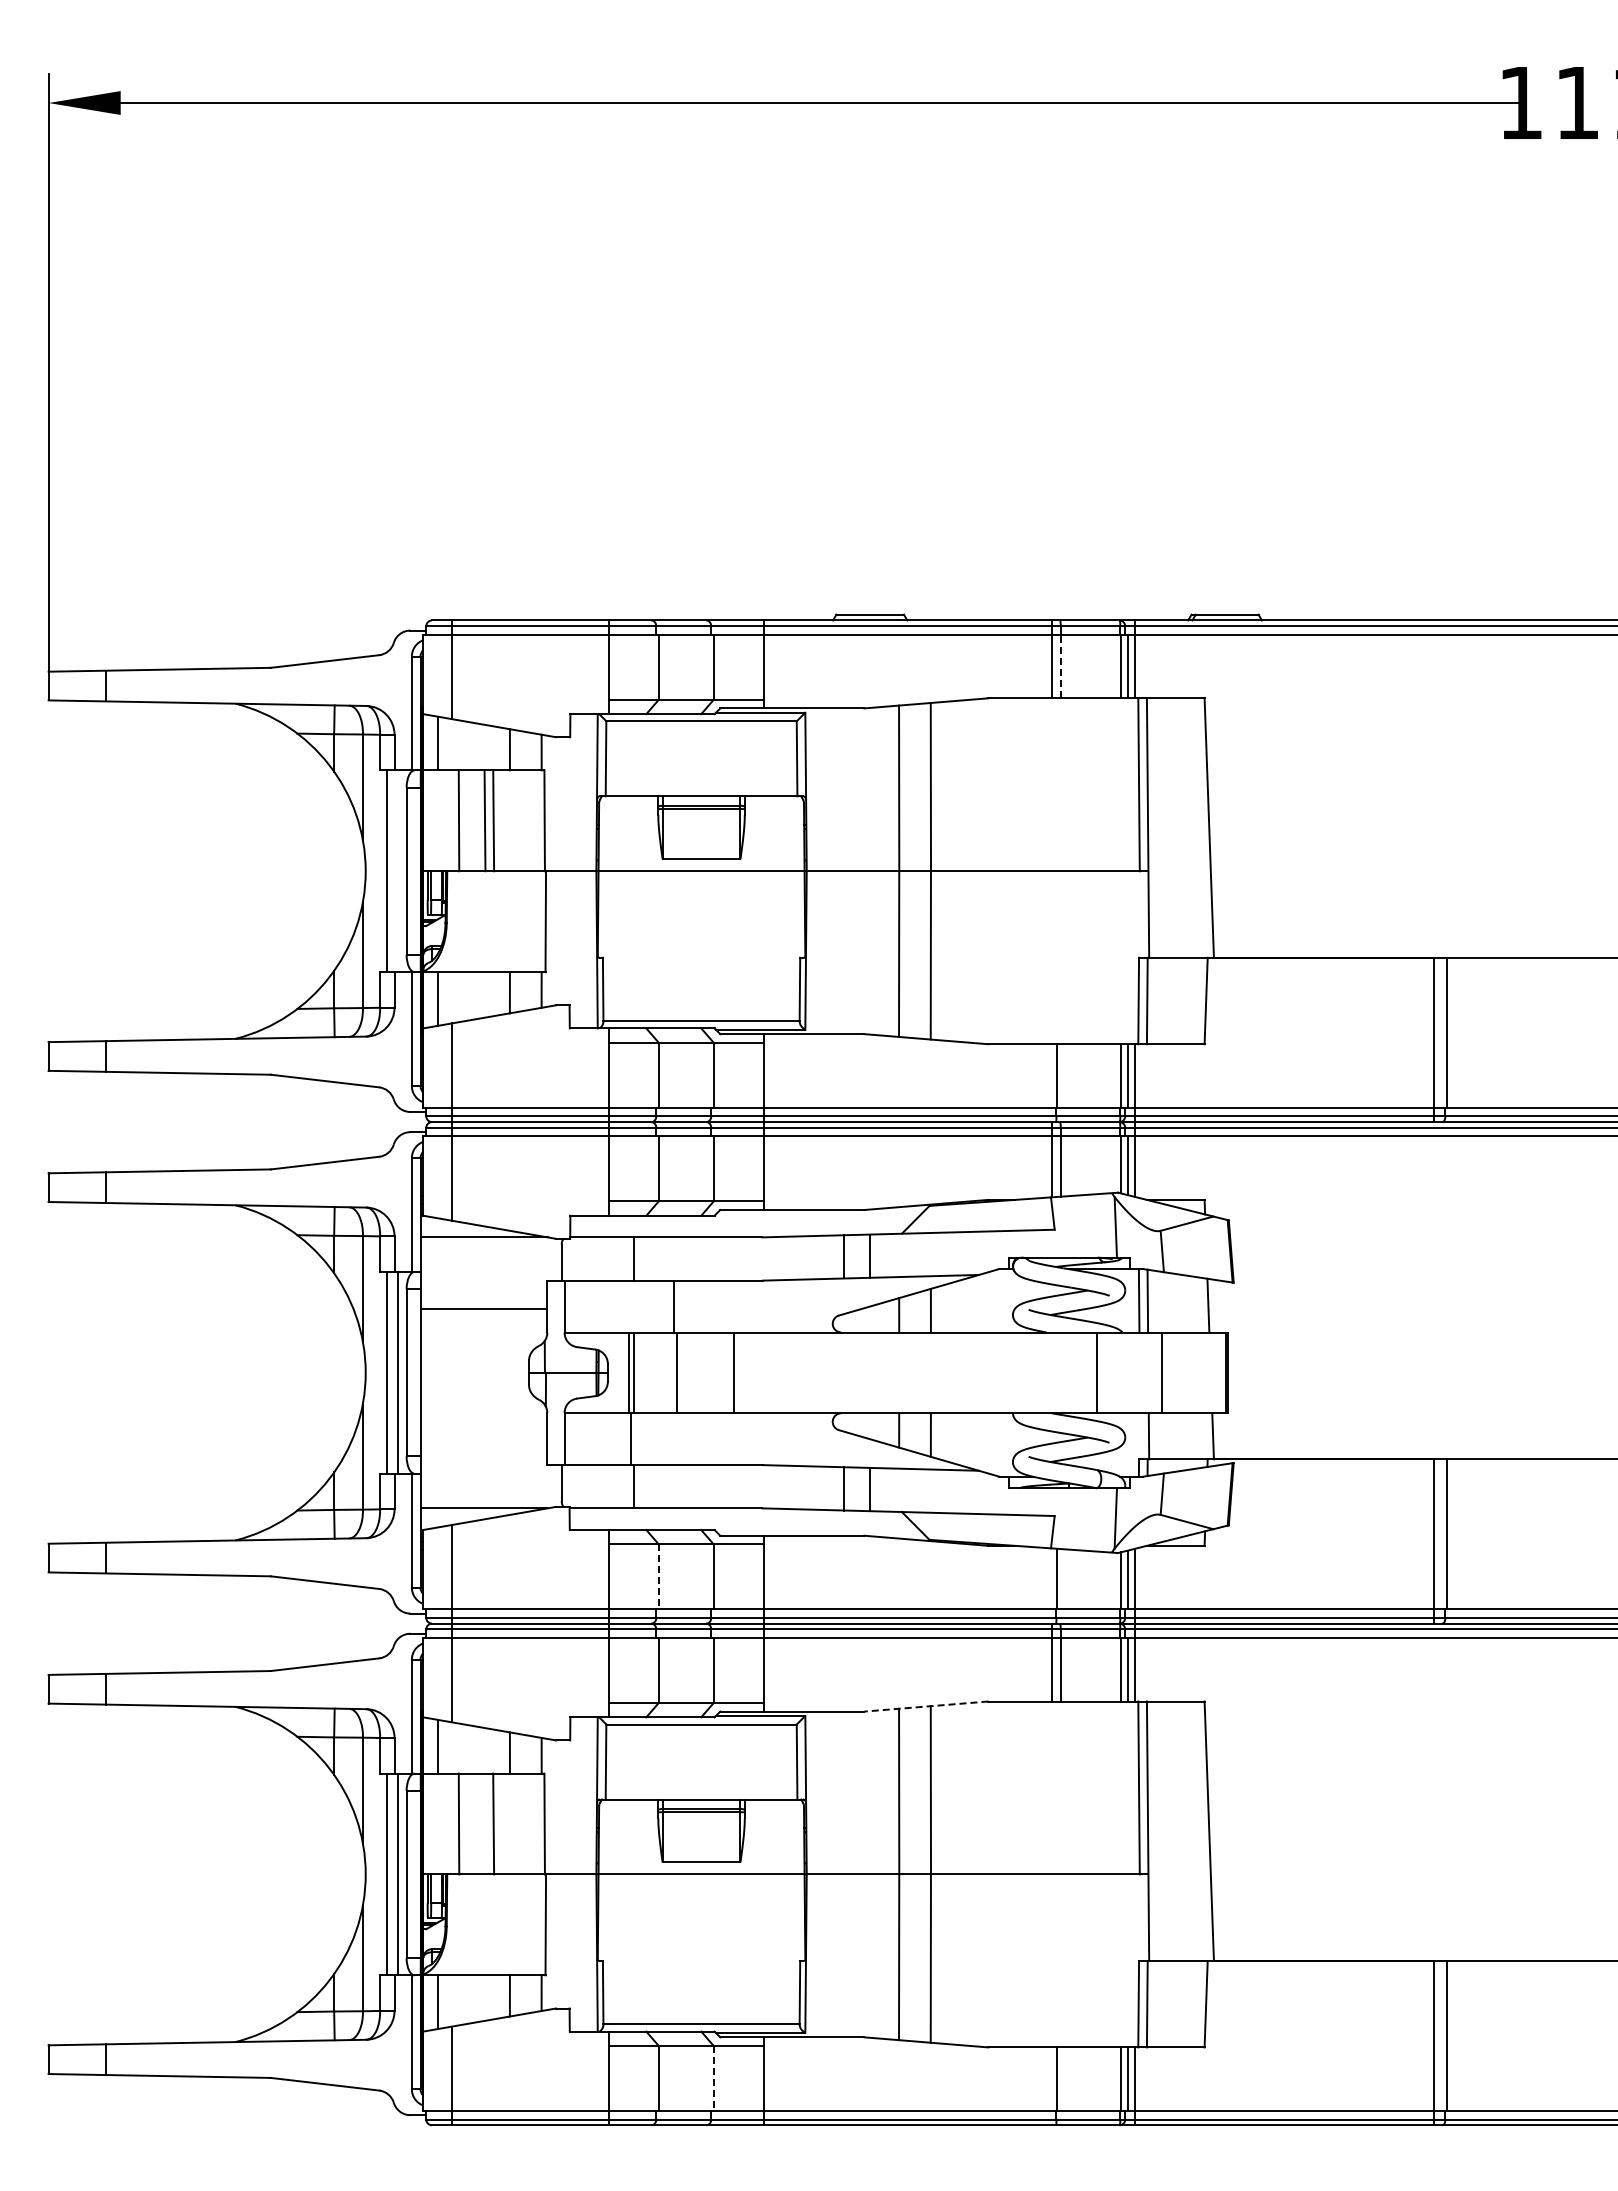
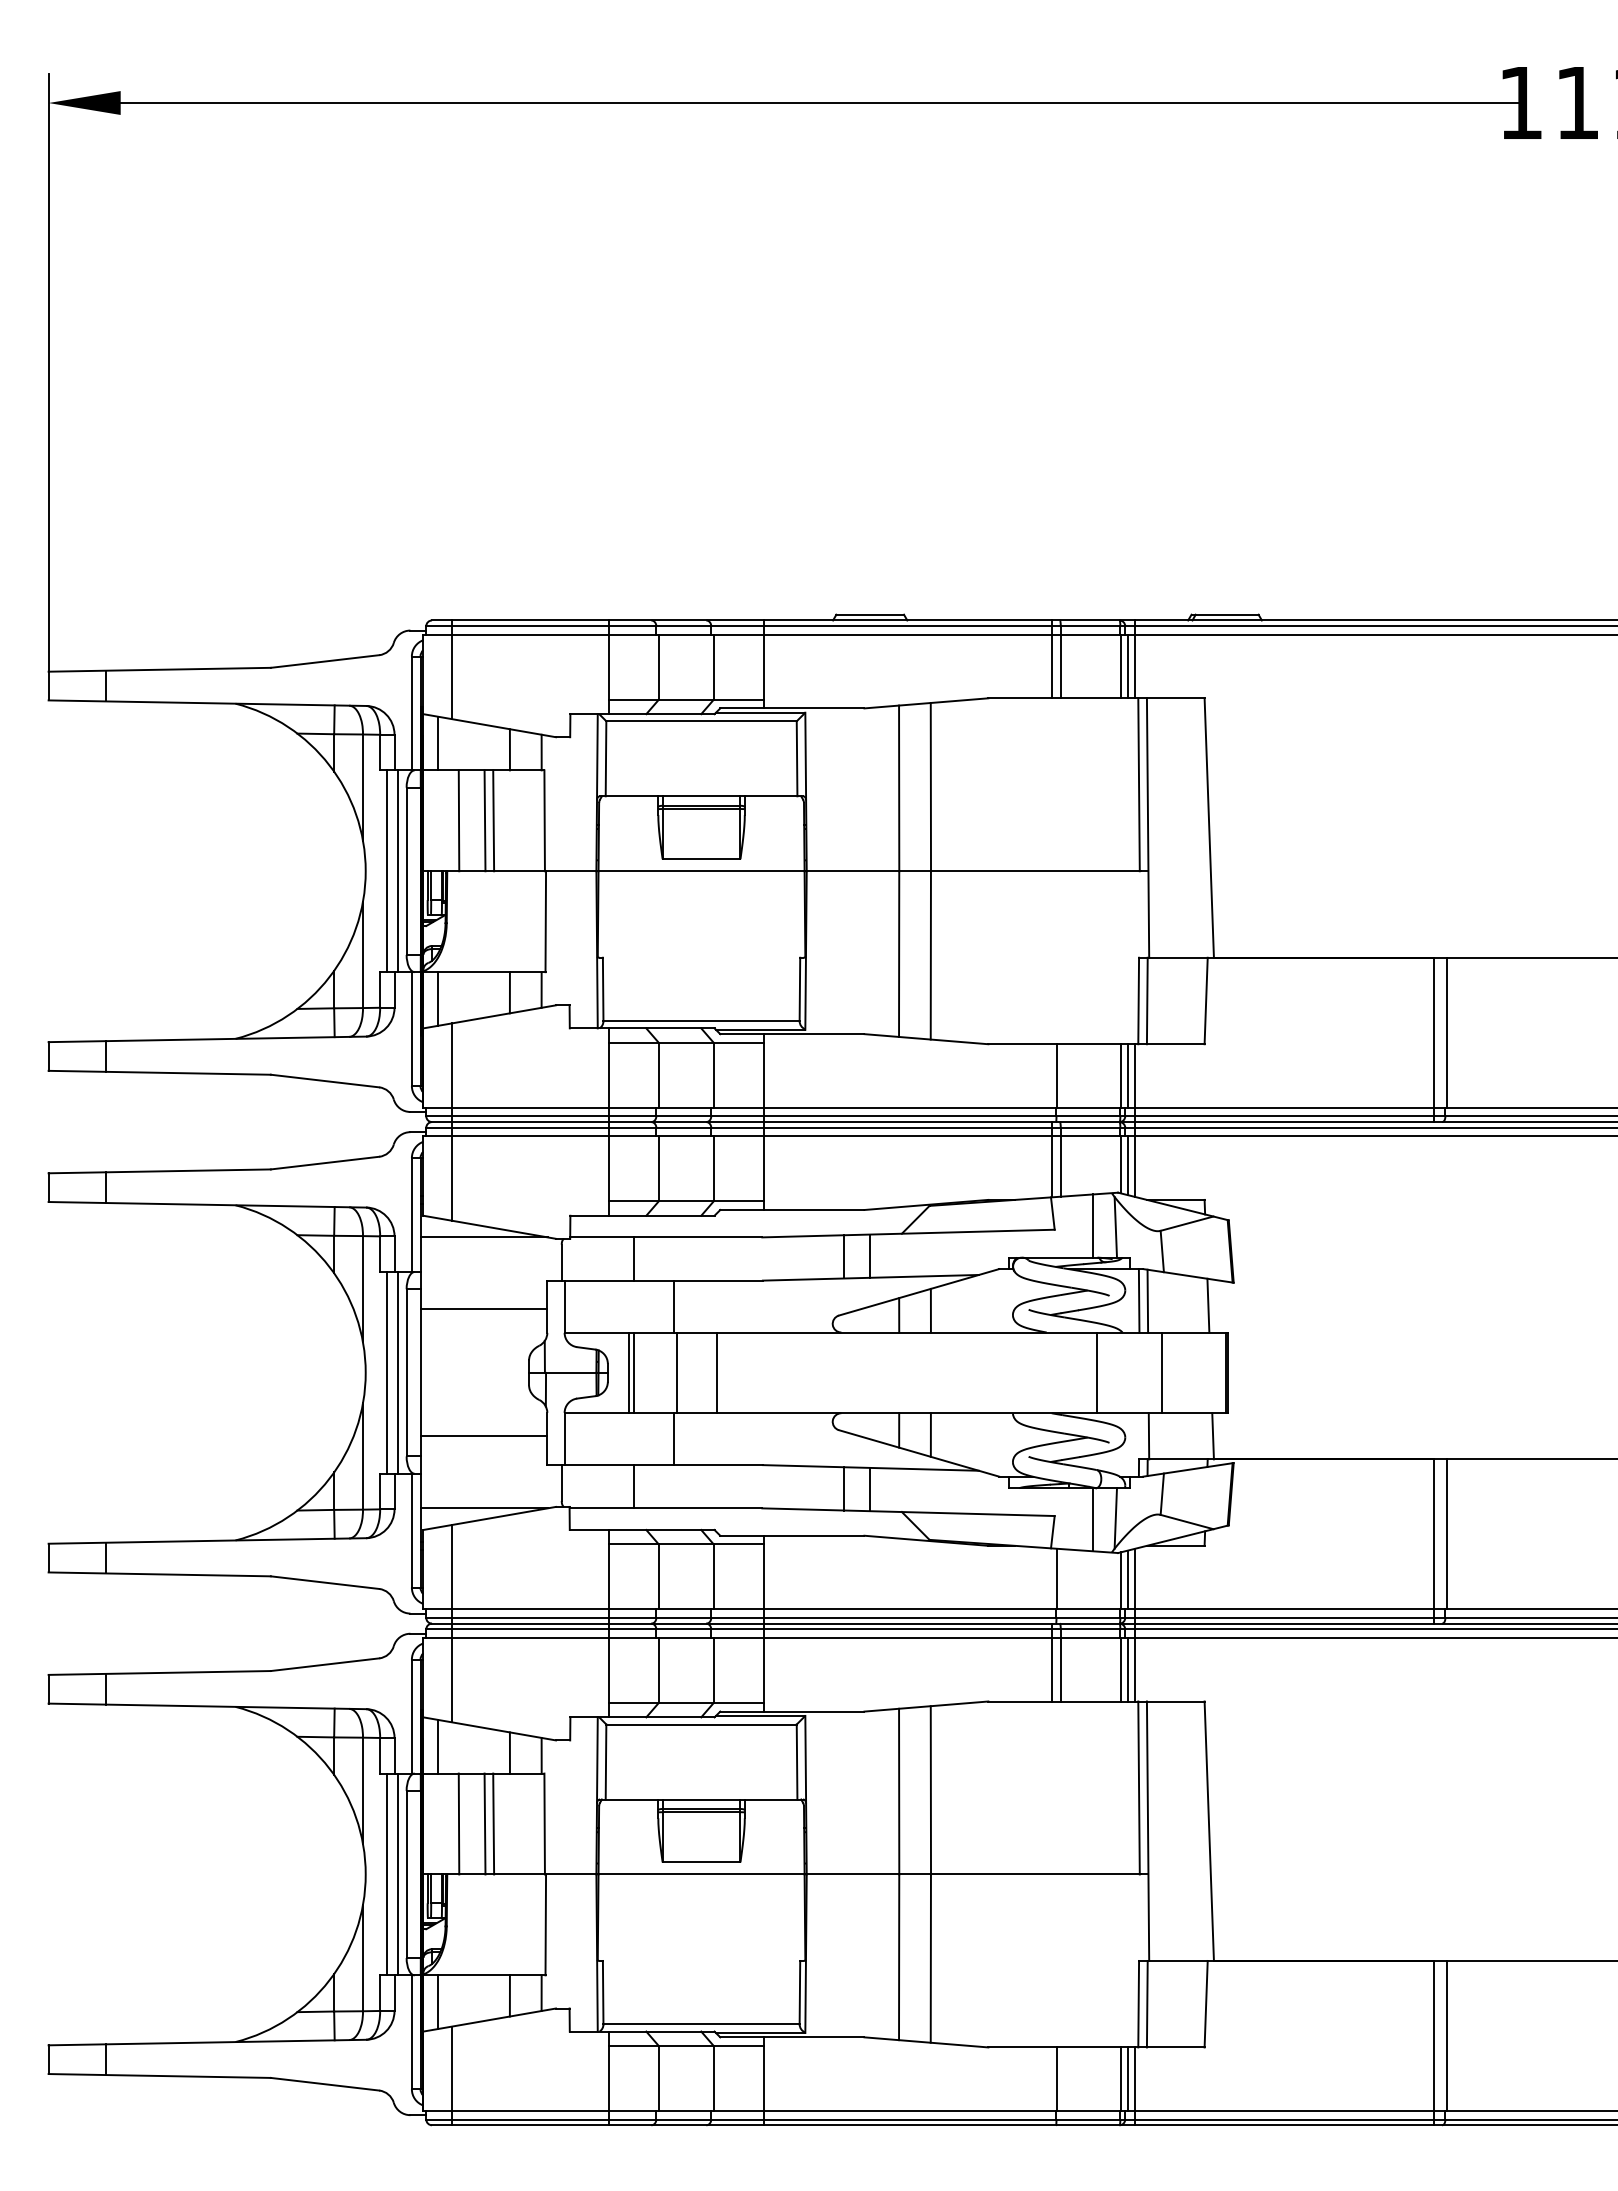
line at (1061, 666): dashed -> solid
line at (398, 871): none -> present
line at (1092, 1225): none -> present
line at (733, 1372) position: (733, 1372) -> (716, 1372)
line at (483, 1436): none -> present
line at (631, 1439) position: (631, 1439) -> (674, 1439)
line at (1092, 1519): none -> present
line at (658, 1577): dashed -> solid
line at (925, 1706): dashed -> solid
line at (484, 1823): none -> present
line at (713, 2078): dashed -> solid
